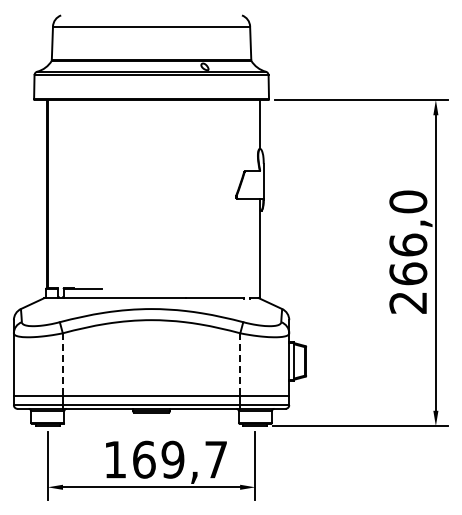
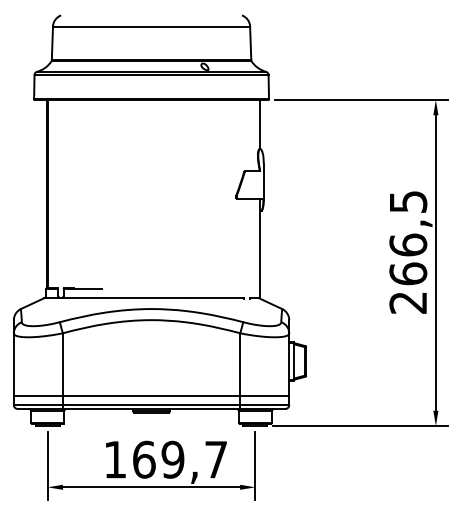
text at (408, 201): 266,0 -> 266,5
line at (62, 365): dashed -> solid
line at (240, 365): dashed -> solid
